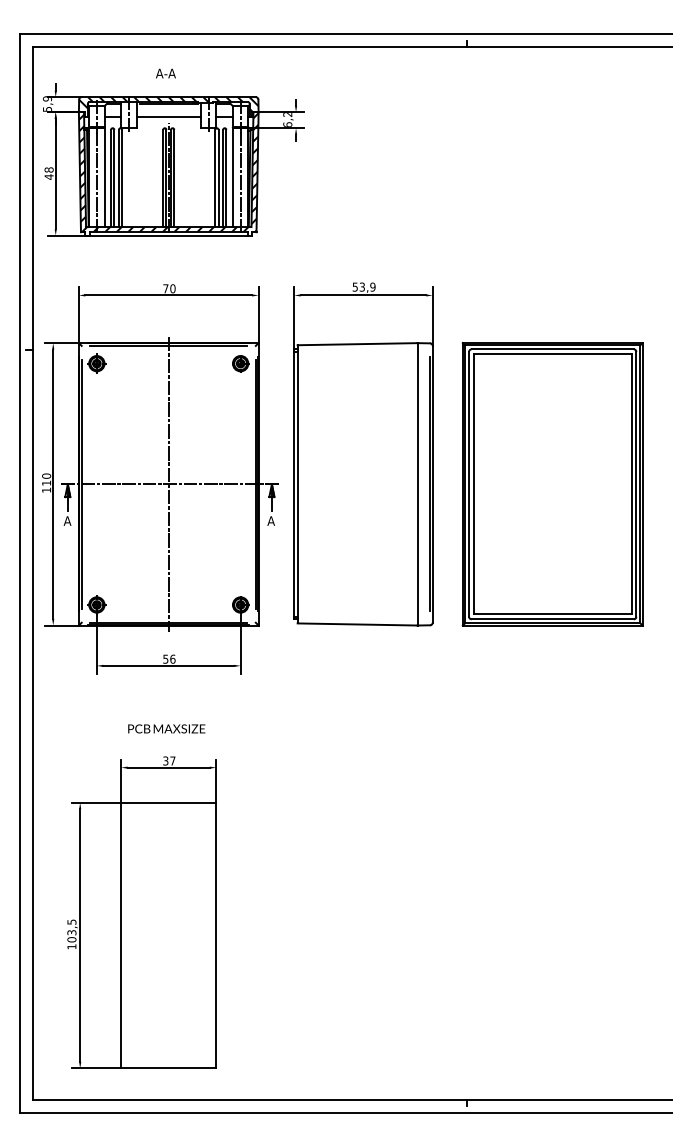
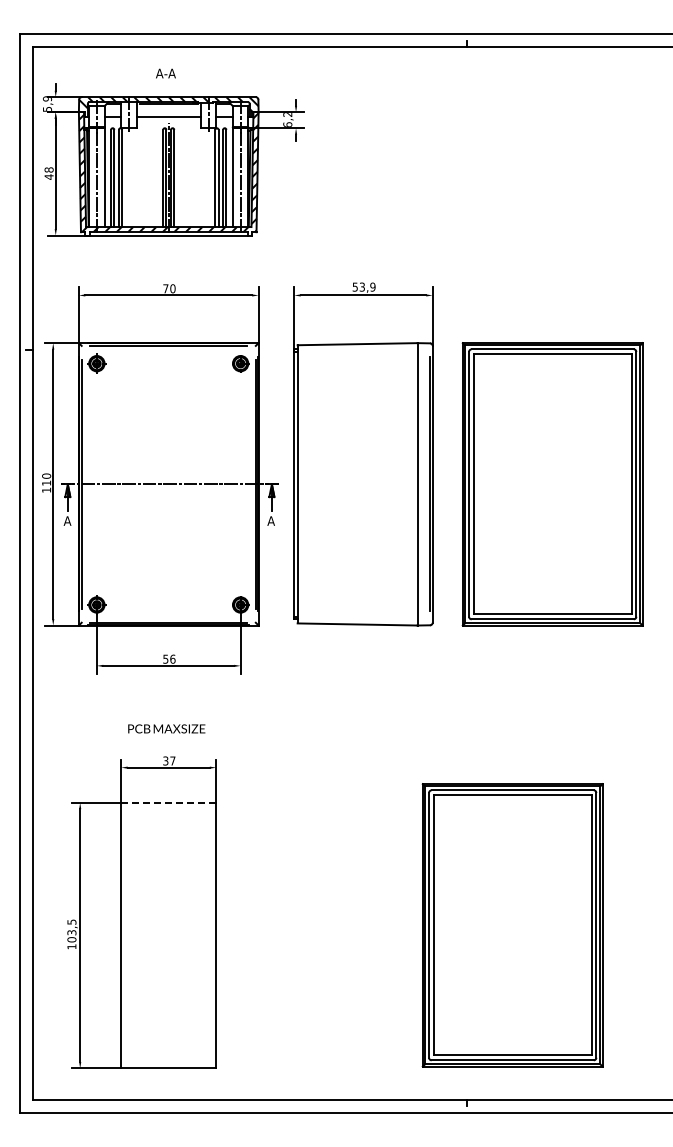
line at (168, 483): present -> none
line at (169, 802): solid -> dashed
part at (512, 925): none -> present
